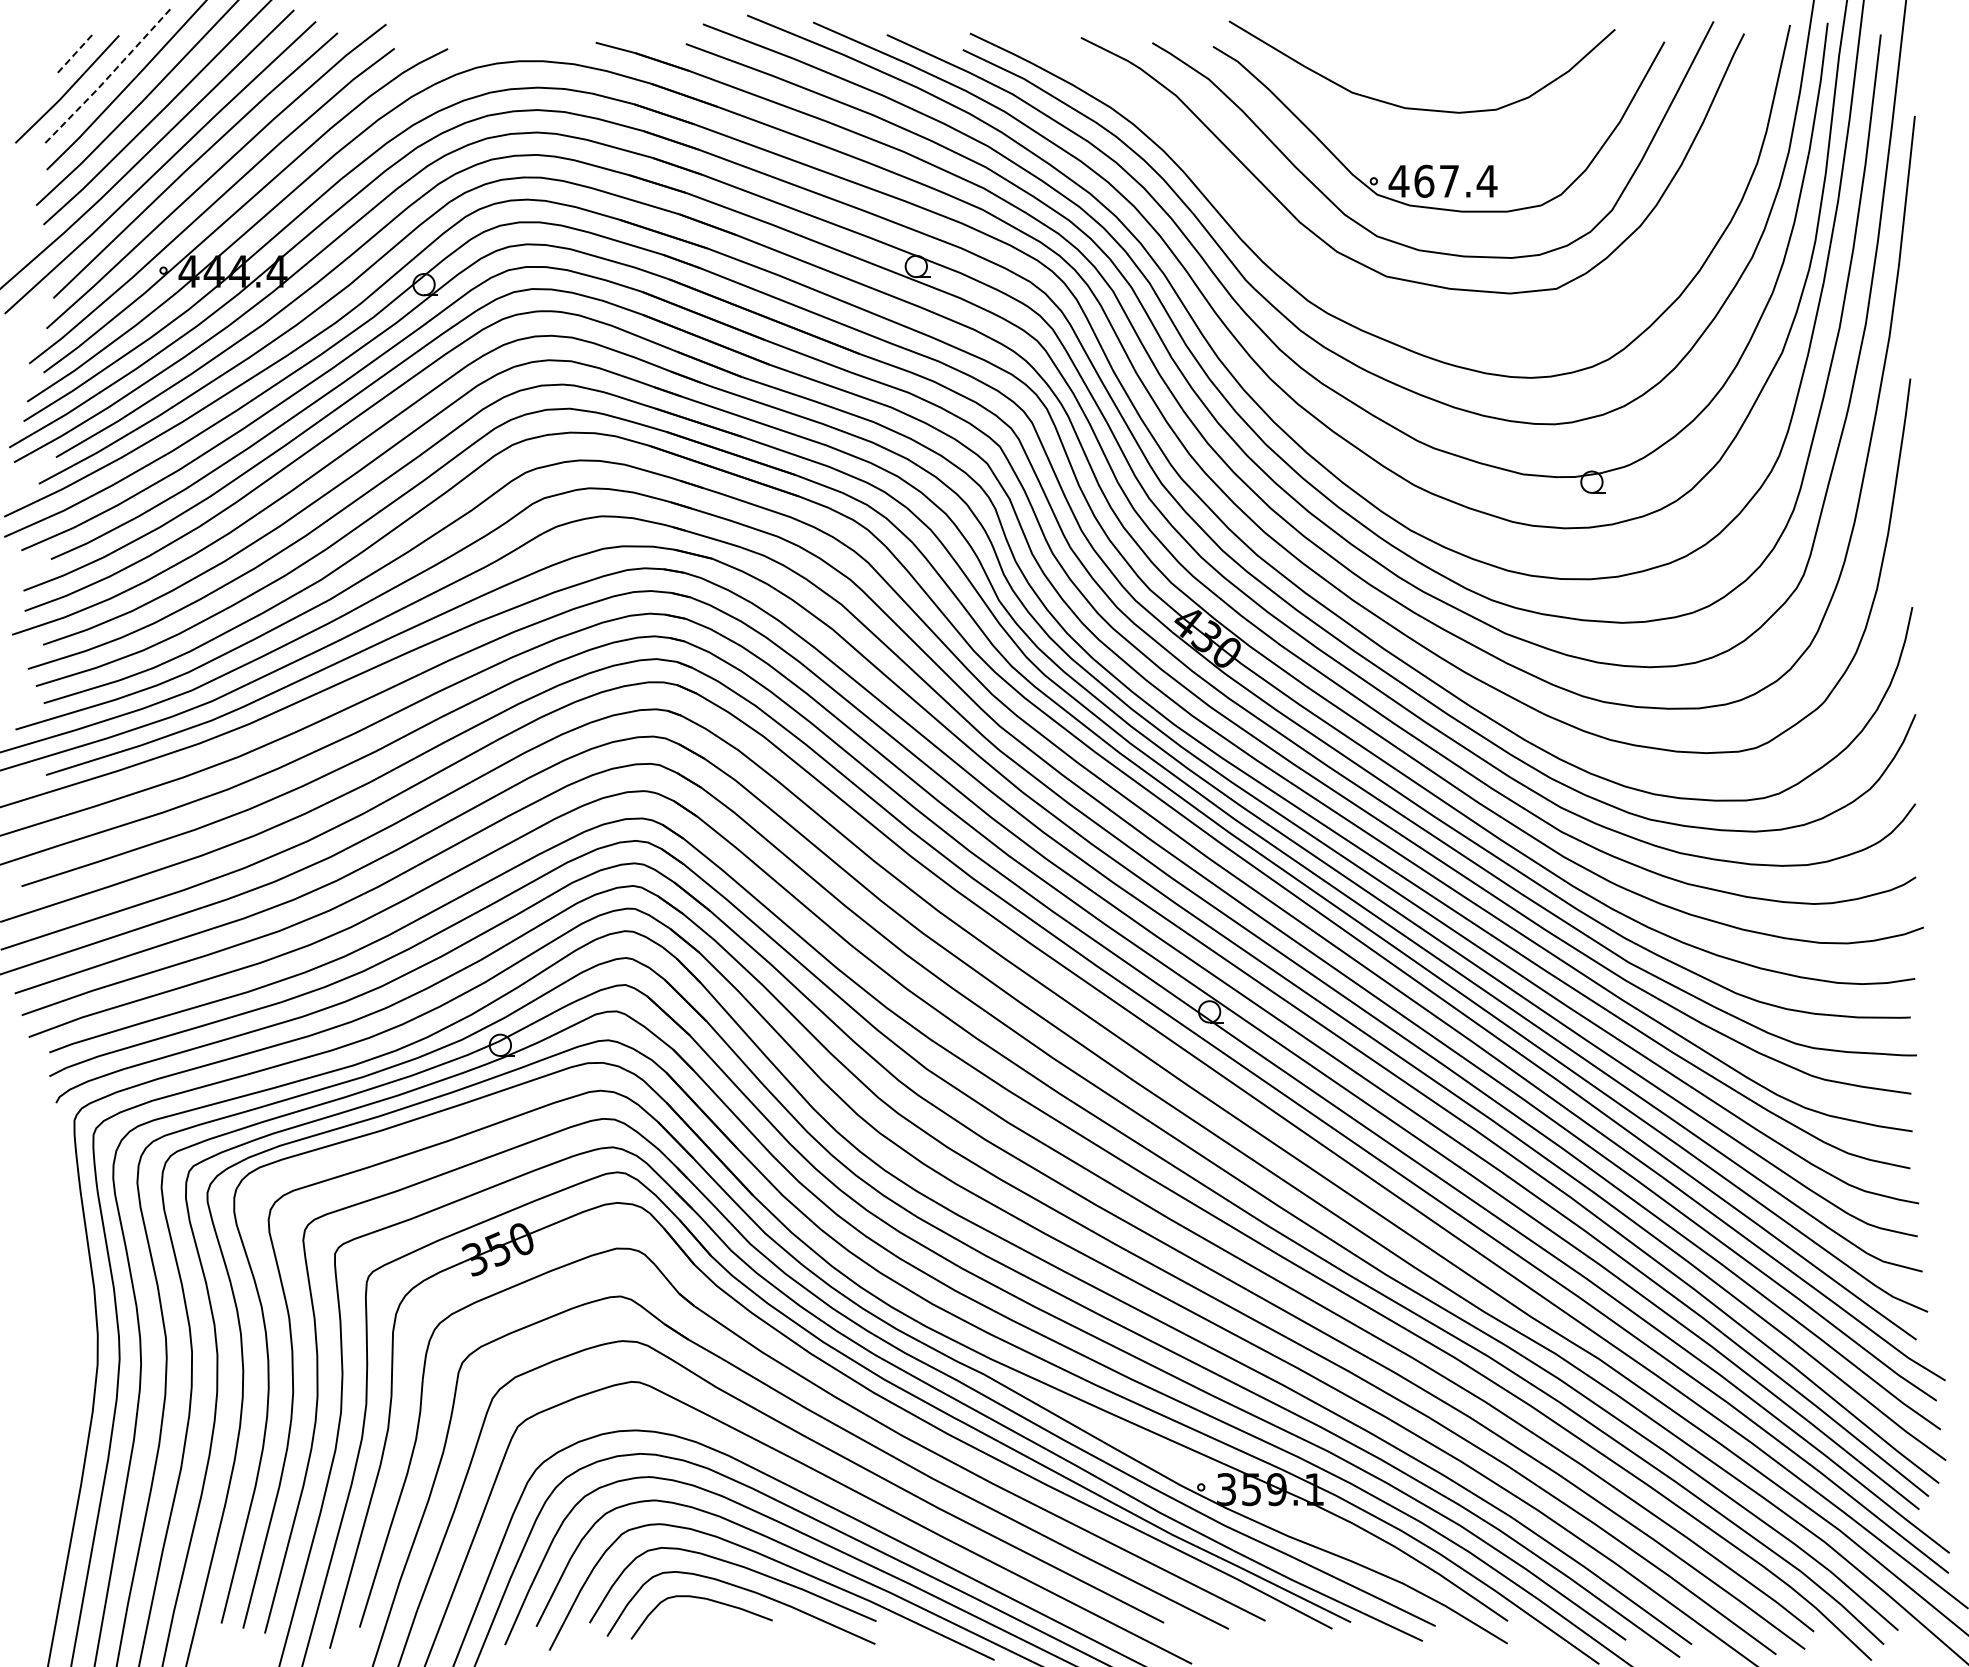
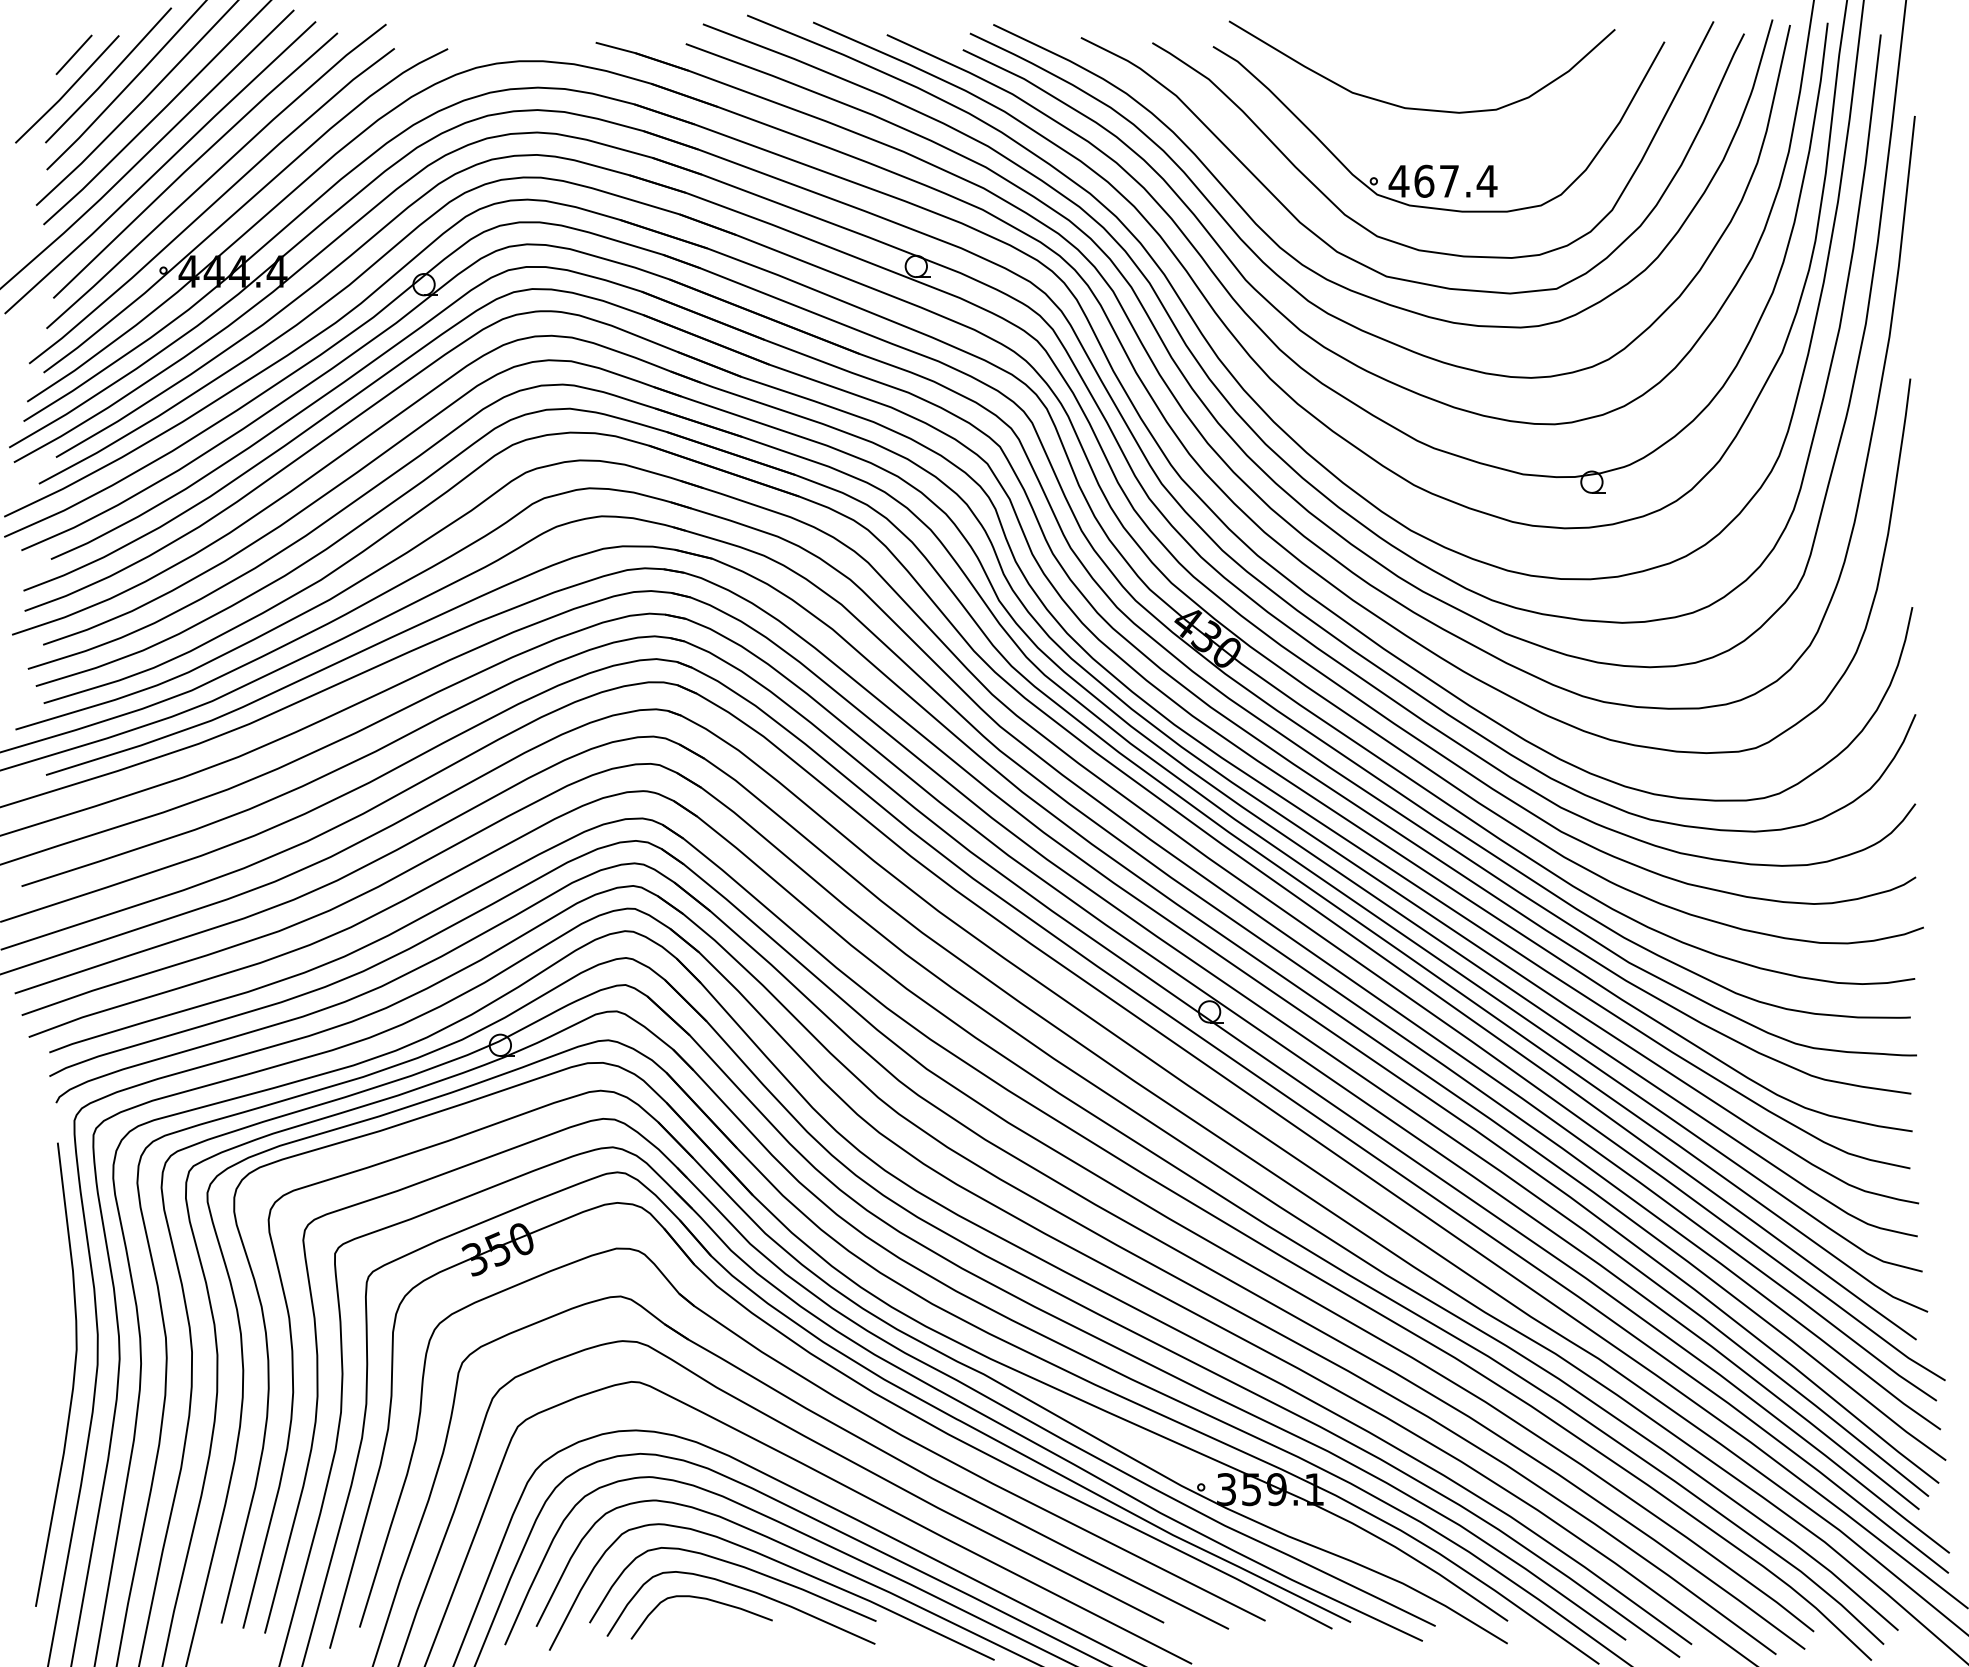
line at (74, 54): dashed -> solid
line at (109, 76): dashed -> solid
curve at (1336, 282): none -> present
curve at (73, 1374): none -> present
